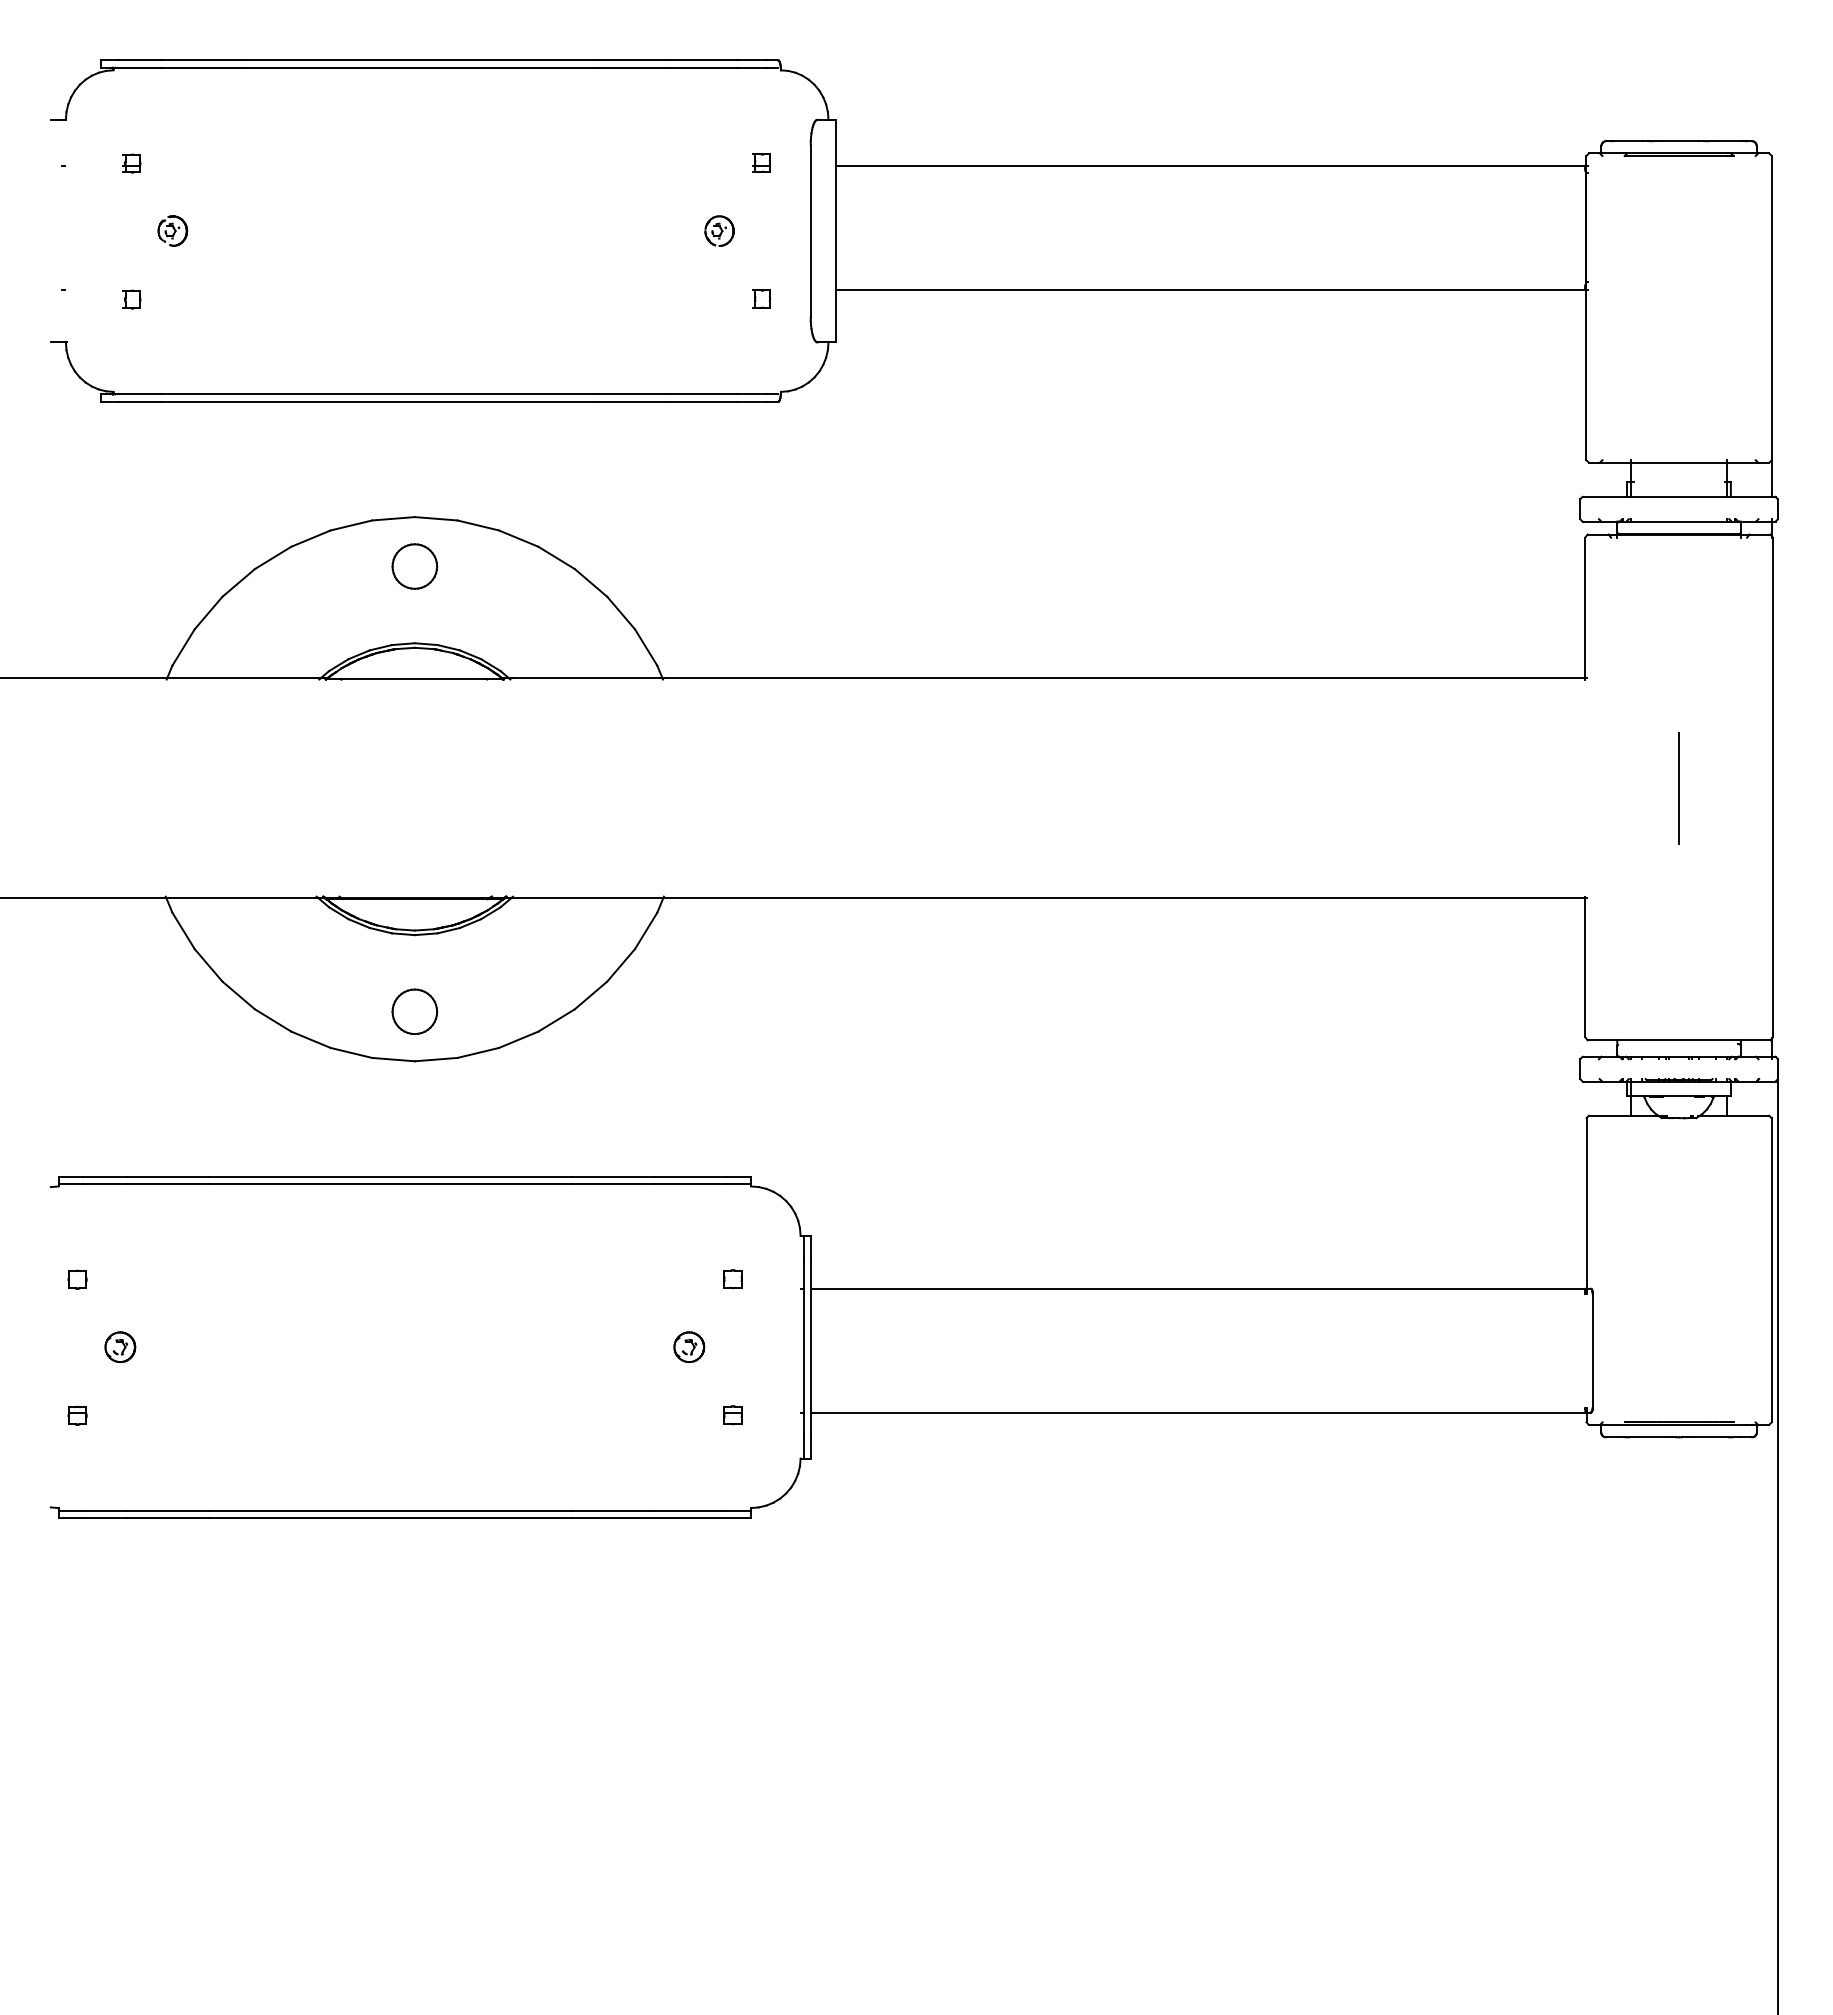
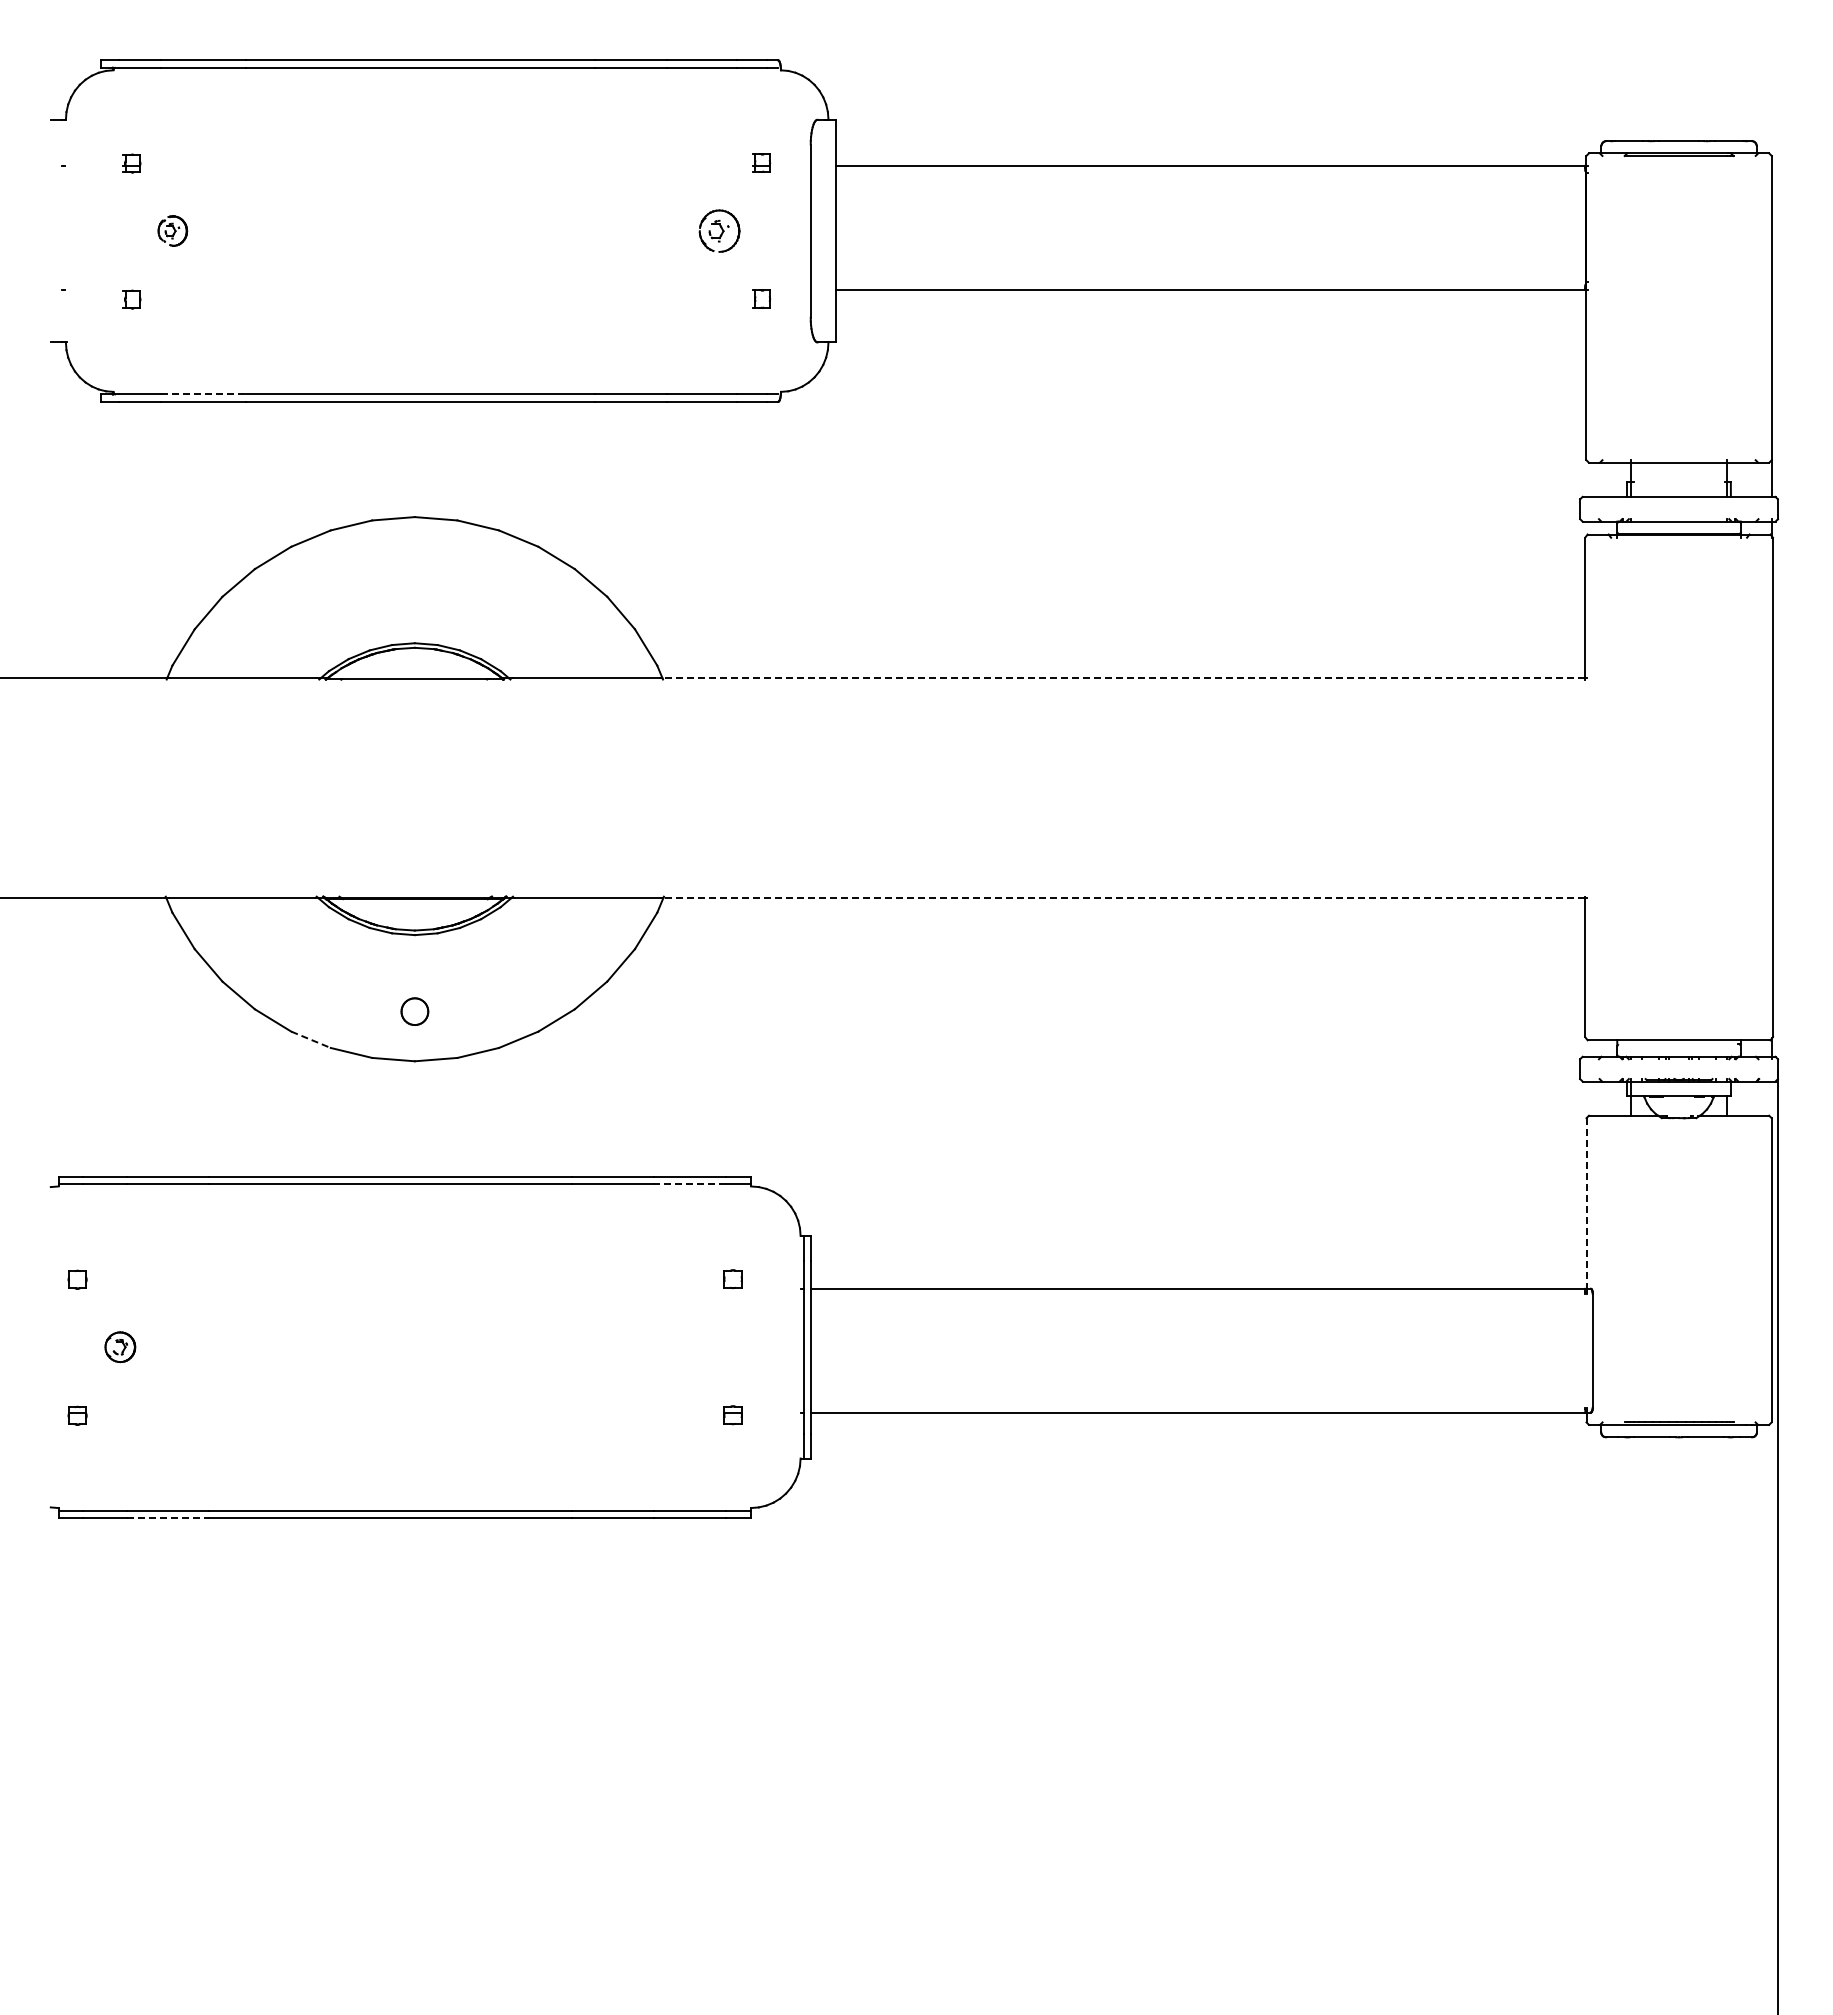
part at (719, 230) size: 31x32 px -> 43x44 px
line at (203, 394): solid -> dashed
part at (414, 566): present -> none
line at (1123, 678): solid -> dashed
line at (1678, 787): present -> none
line at (1124, 898): solid -> dashed
part at (414, 1011) size: 48x47 px -> 30x29 px
line at (311, 1039): solid -> dashed
line at (689, 1184): solid -> dashed
line at (1586, 1204): solid -> dashed
part at (689, 1347): present -> none
line at (168, 1517): solid -> dashed
